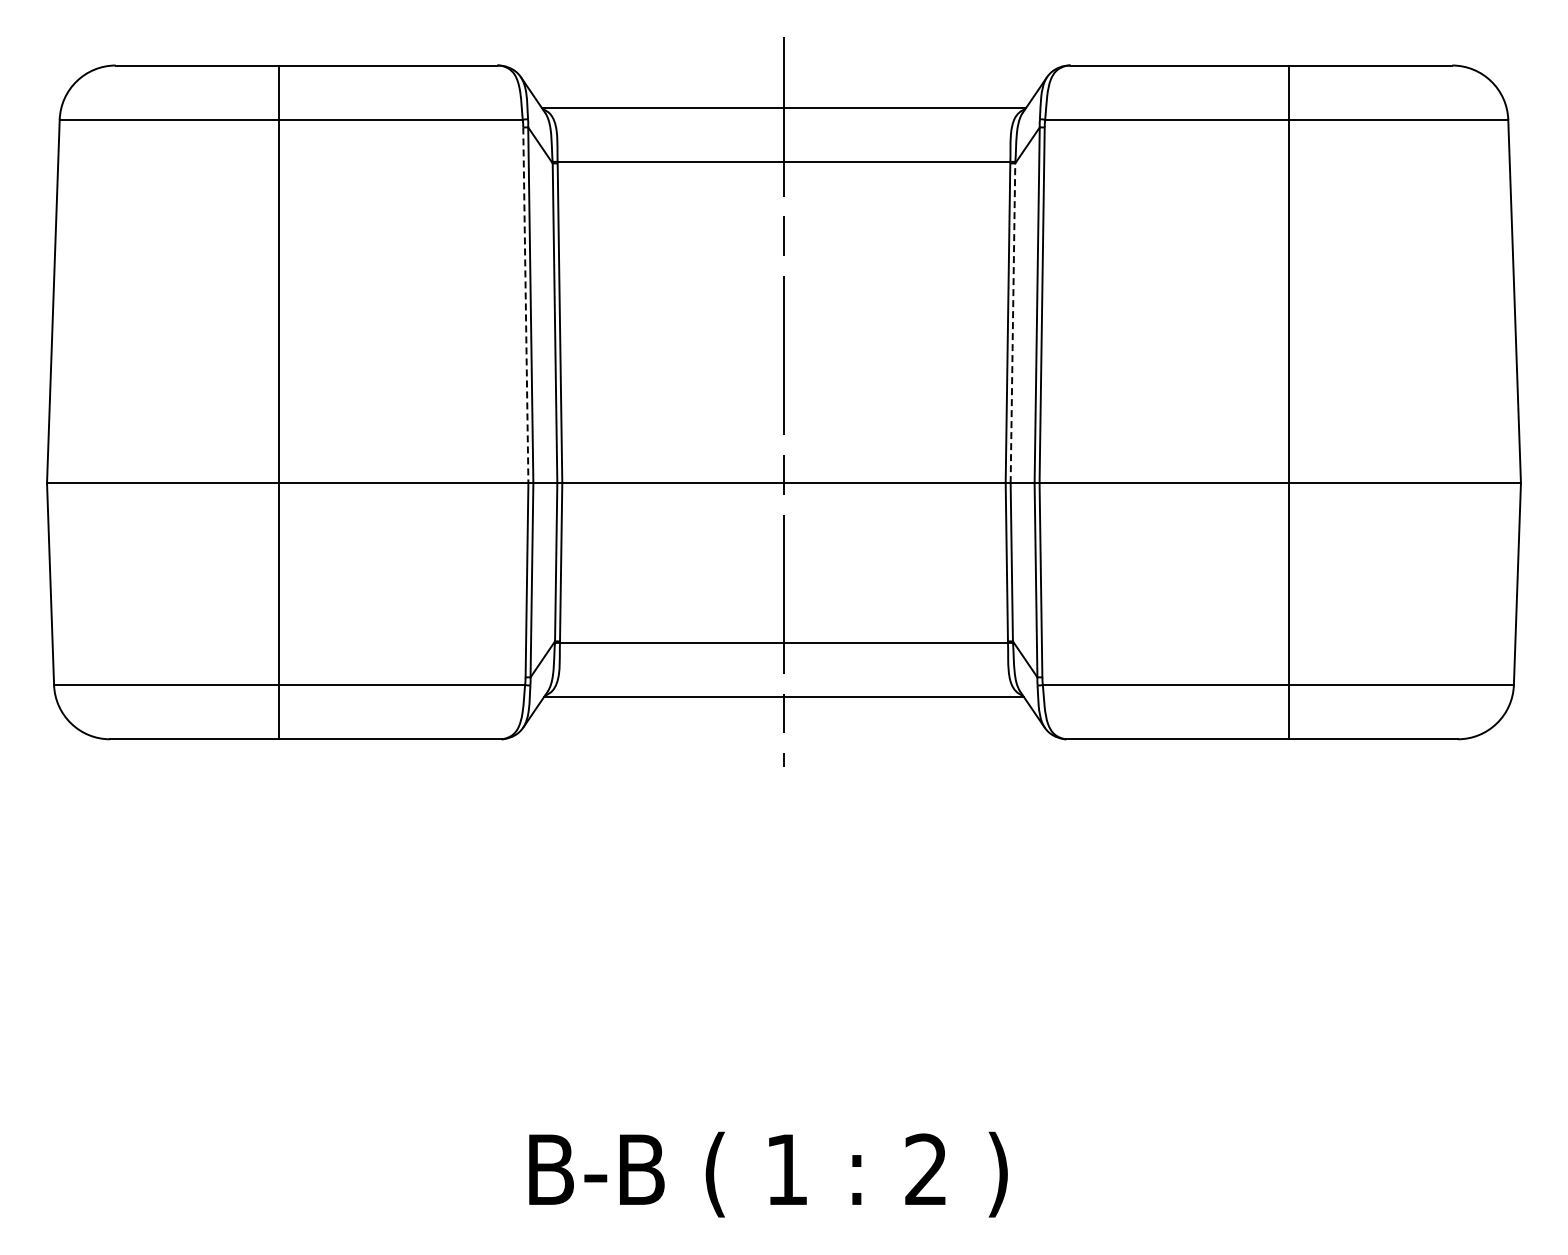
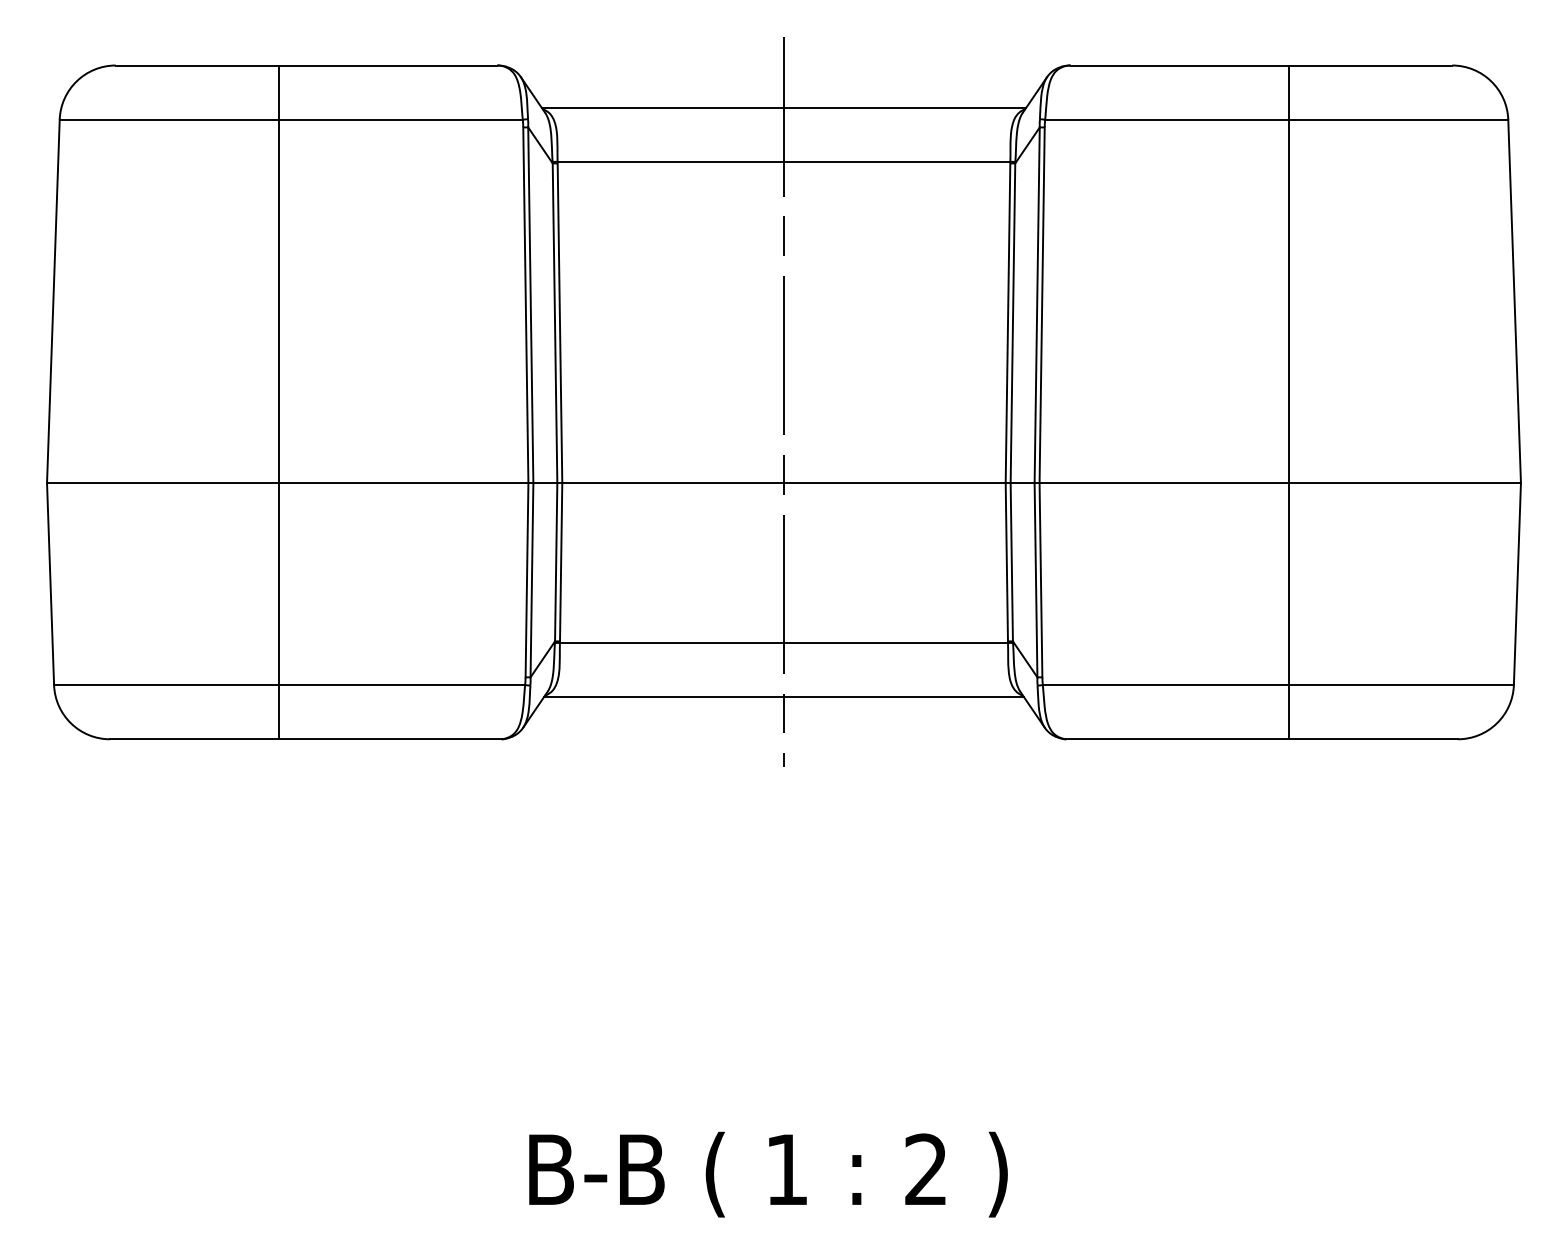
line at (525, 305): dashed -> solid
line at (1012, 323): dashed -> solid
